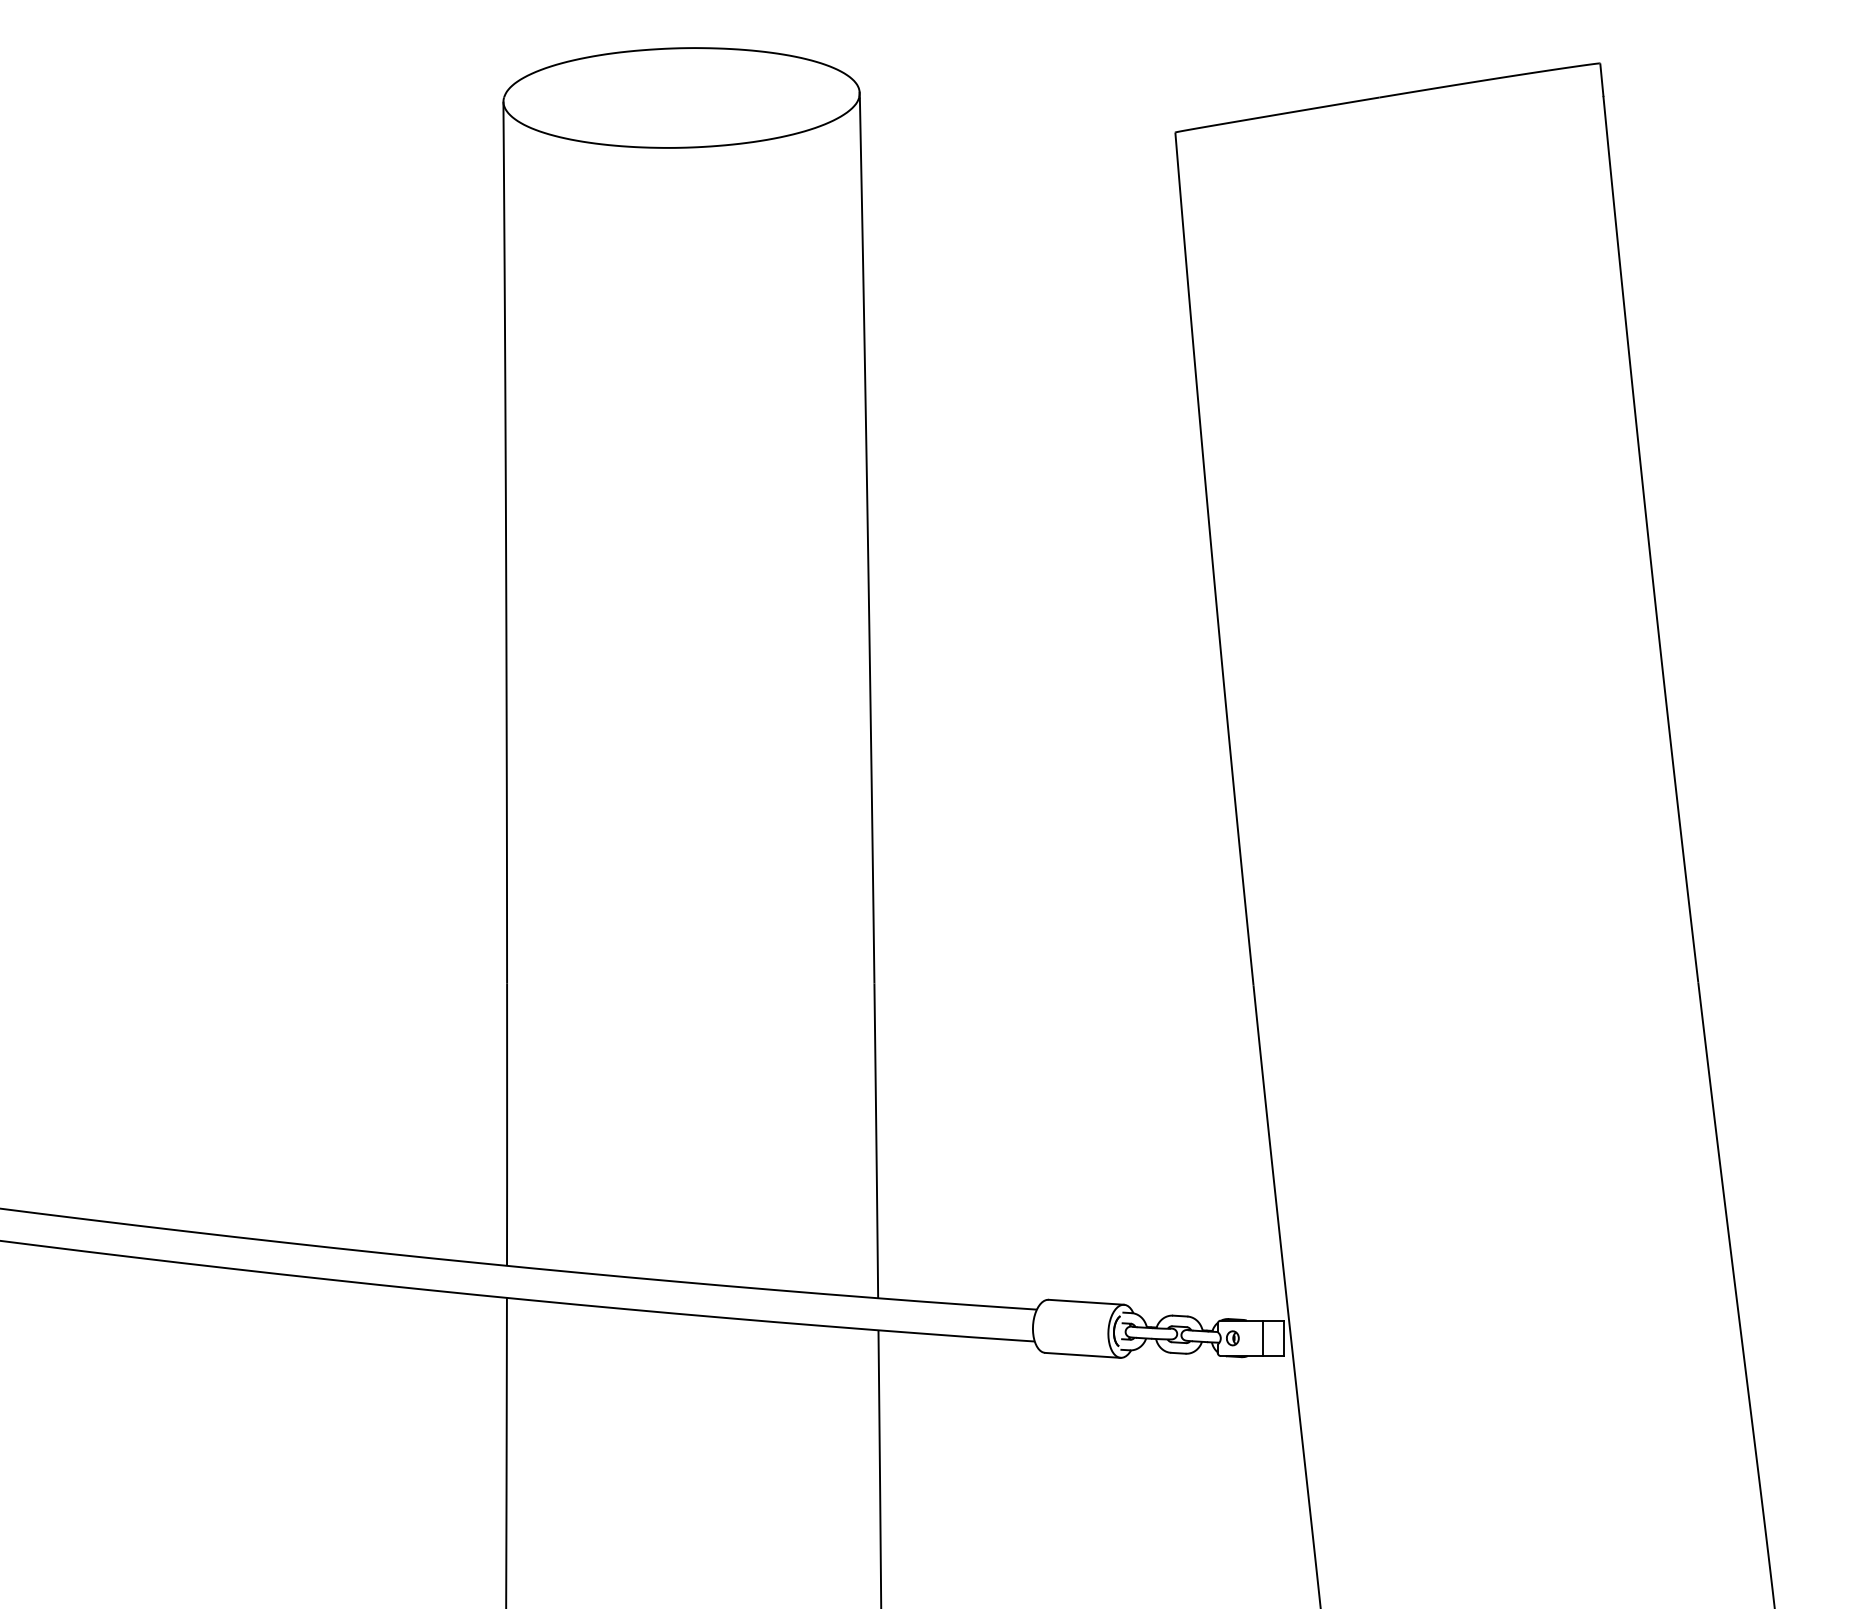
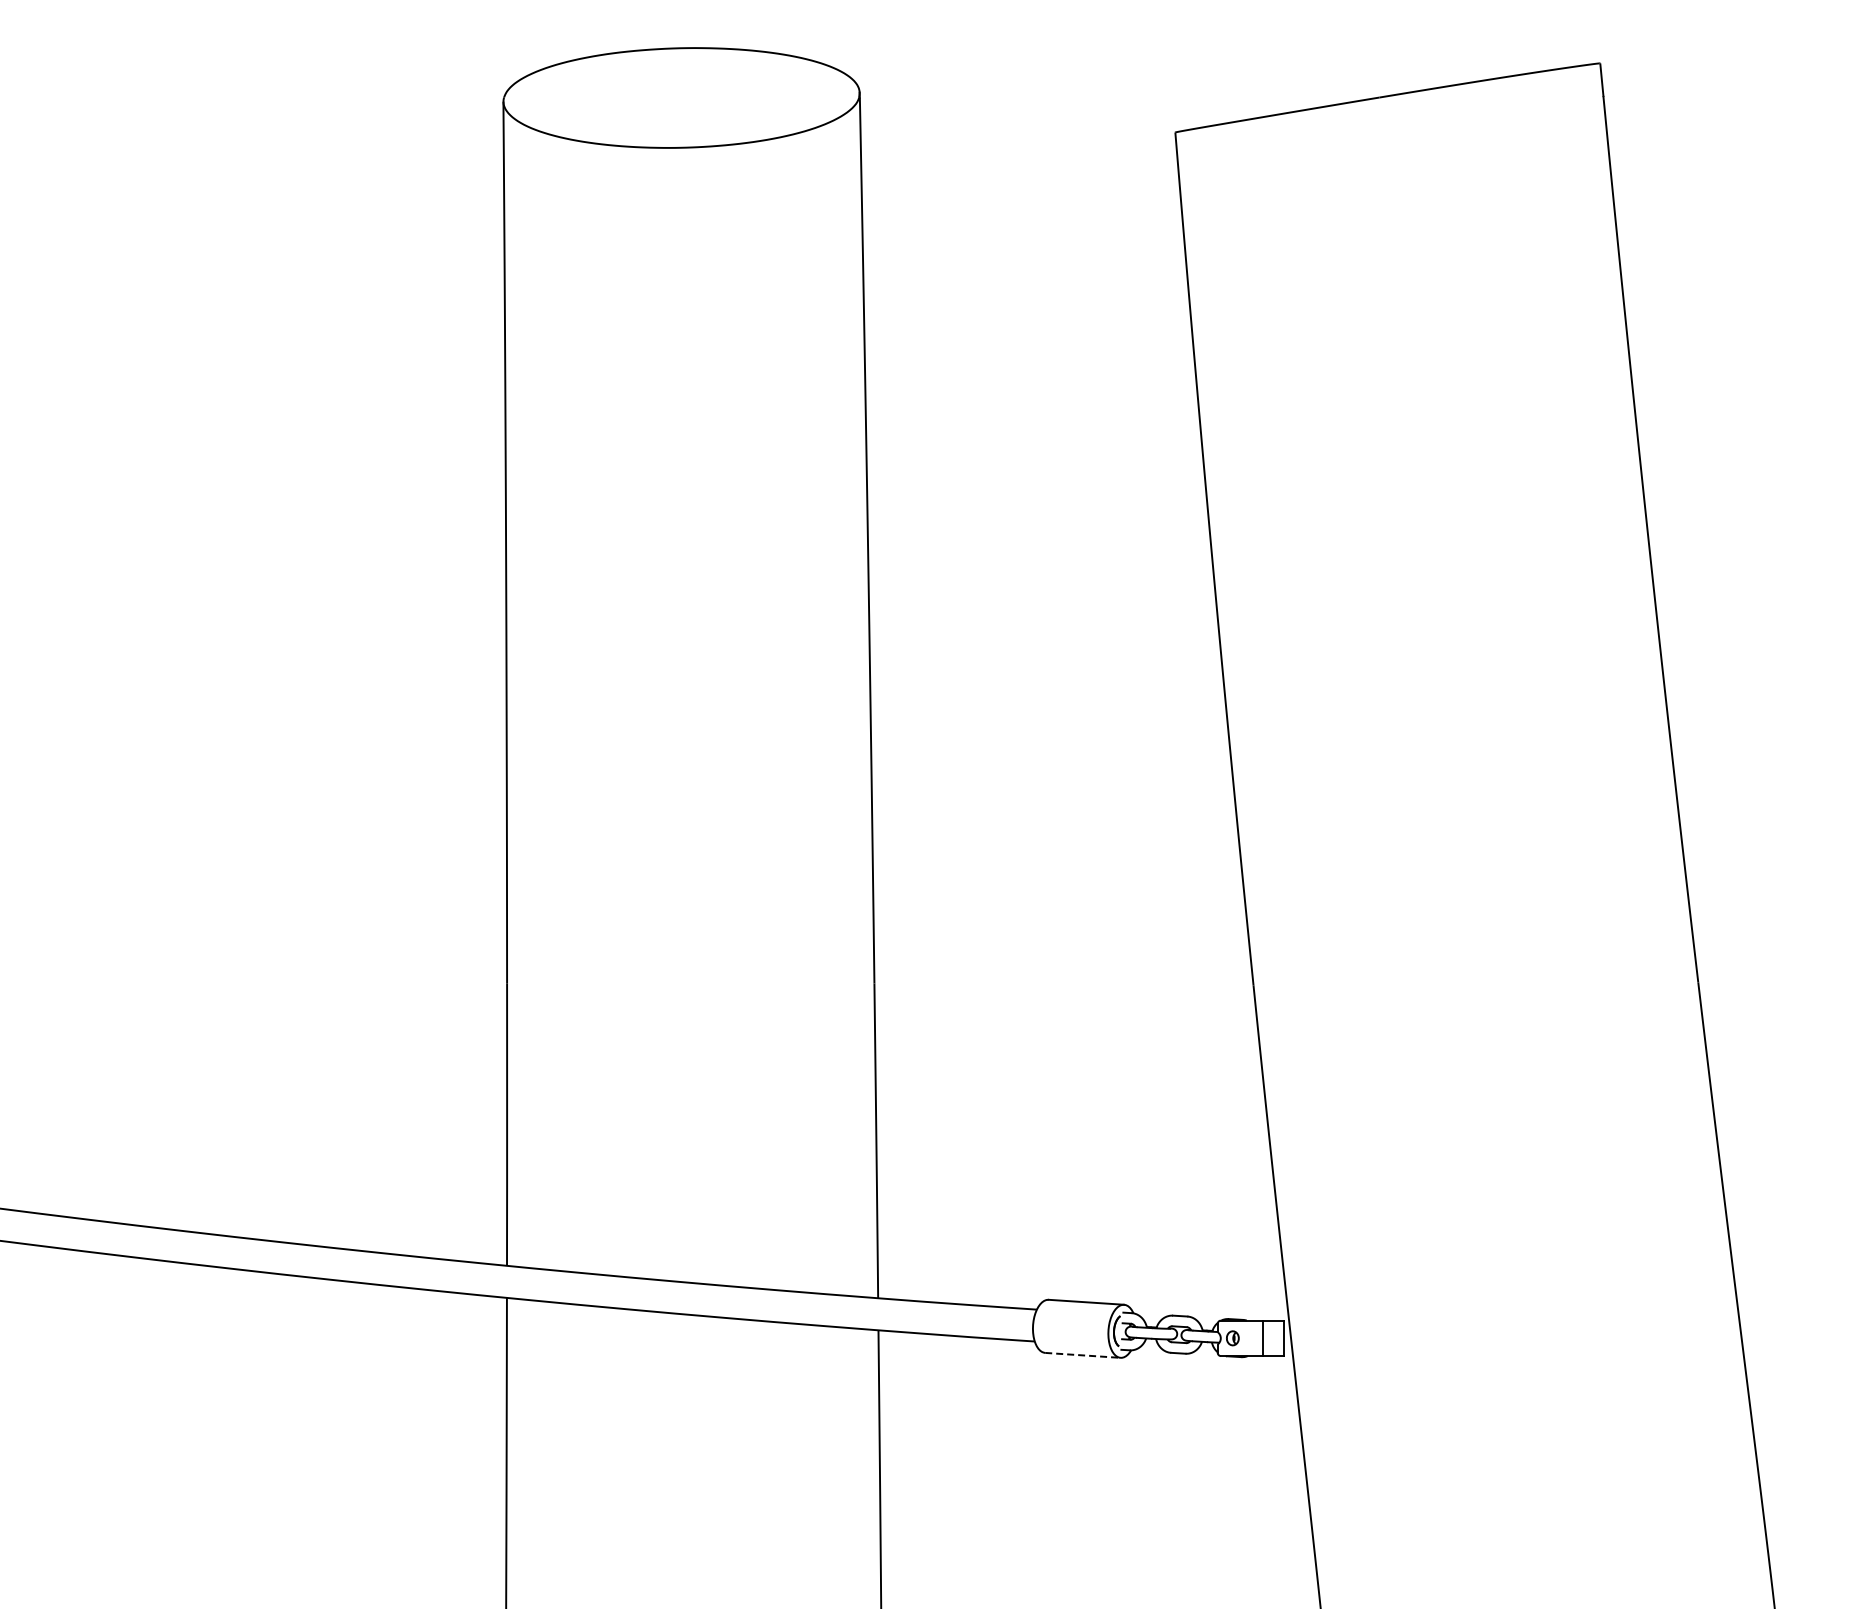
line at (1082, 1355): solid -> dashed
